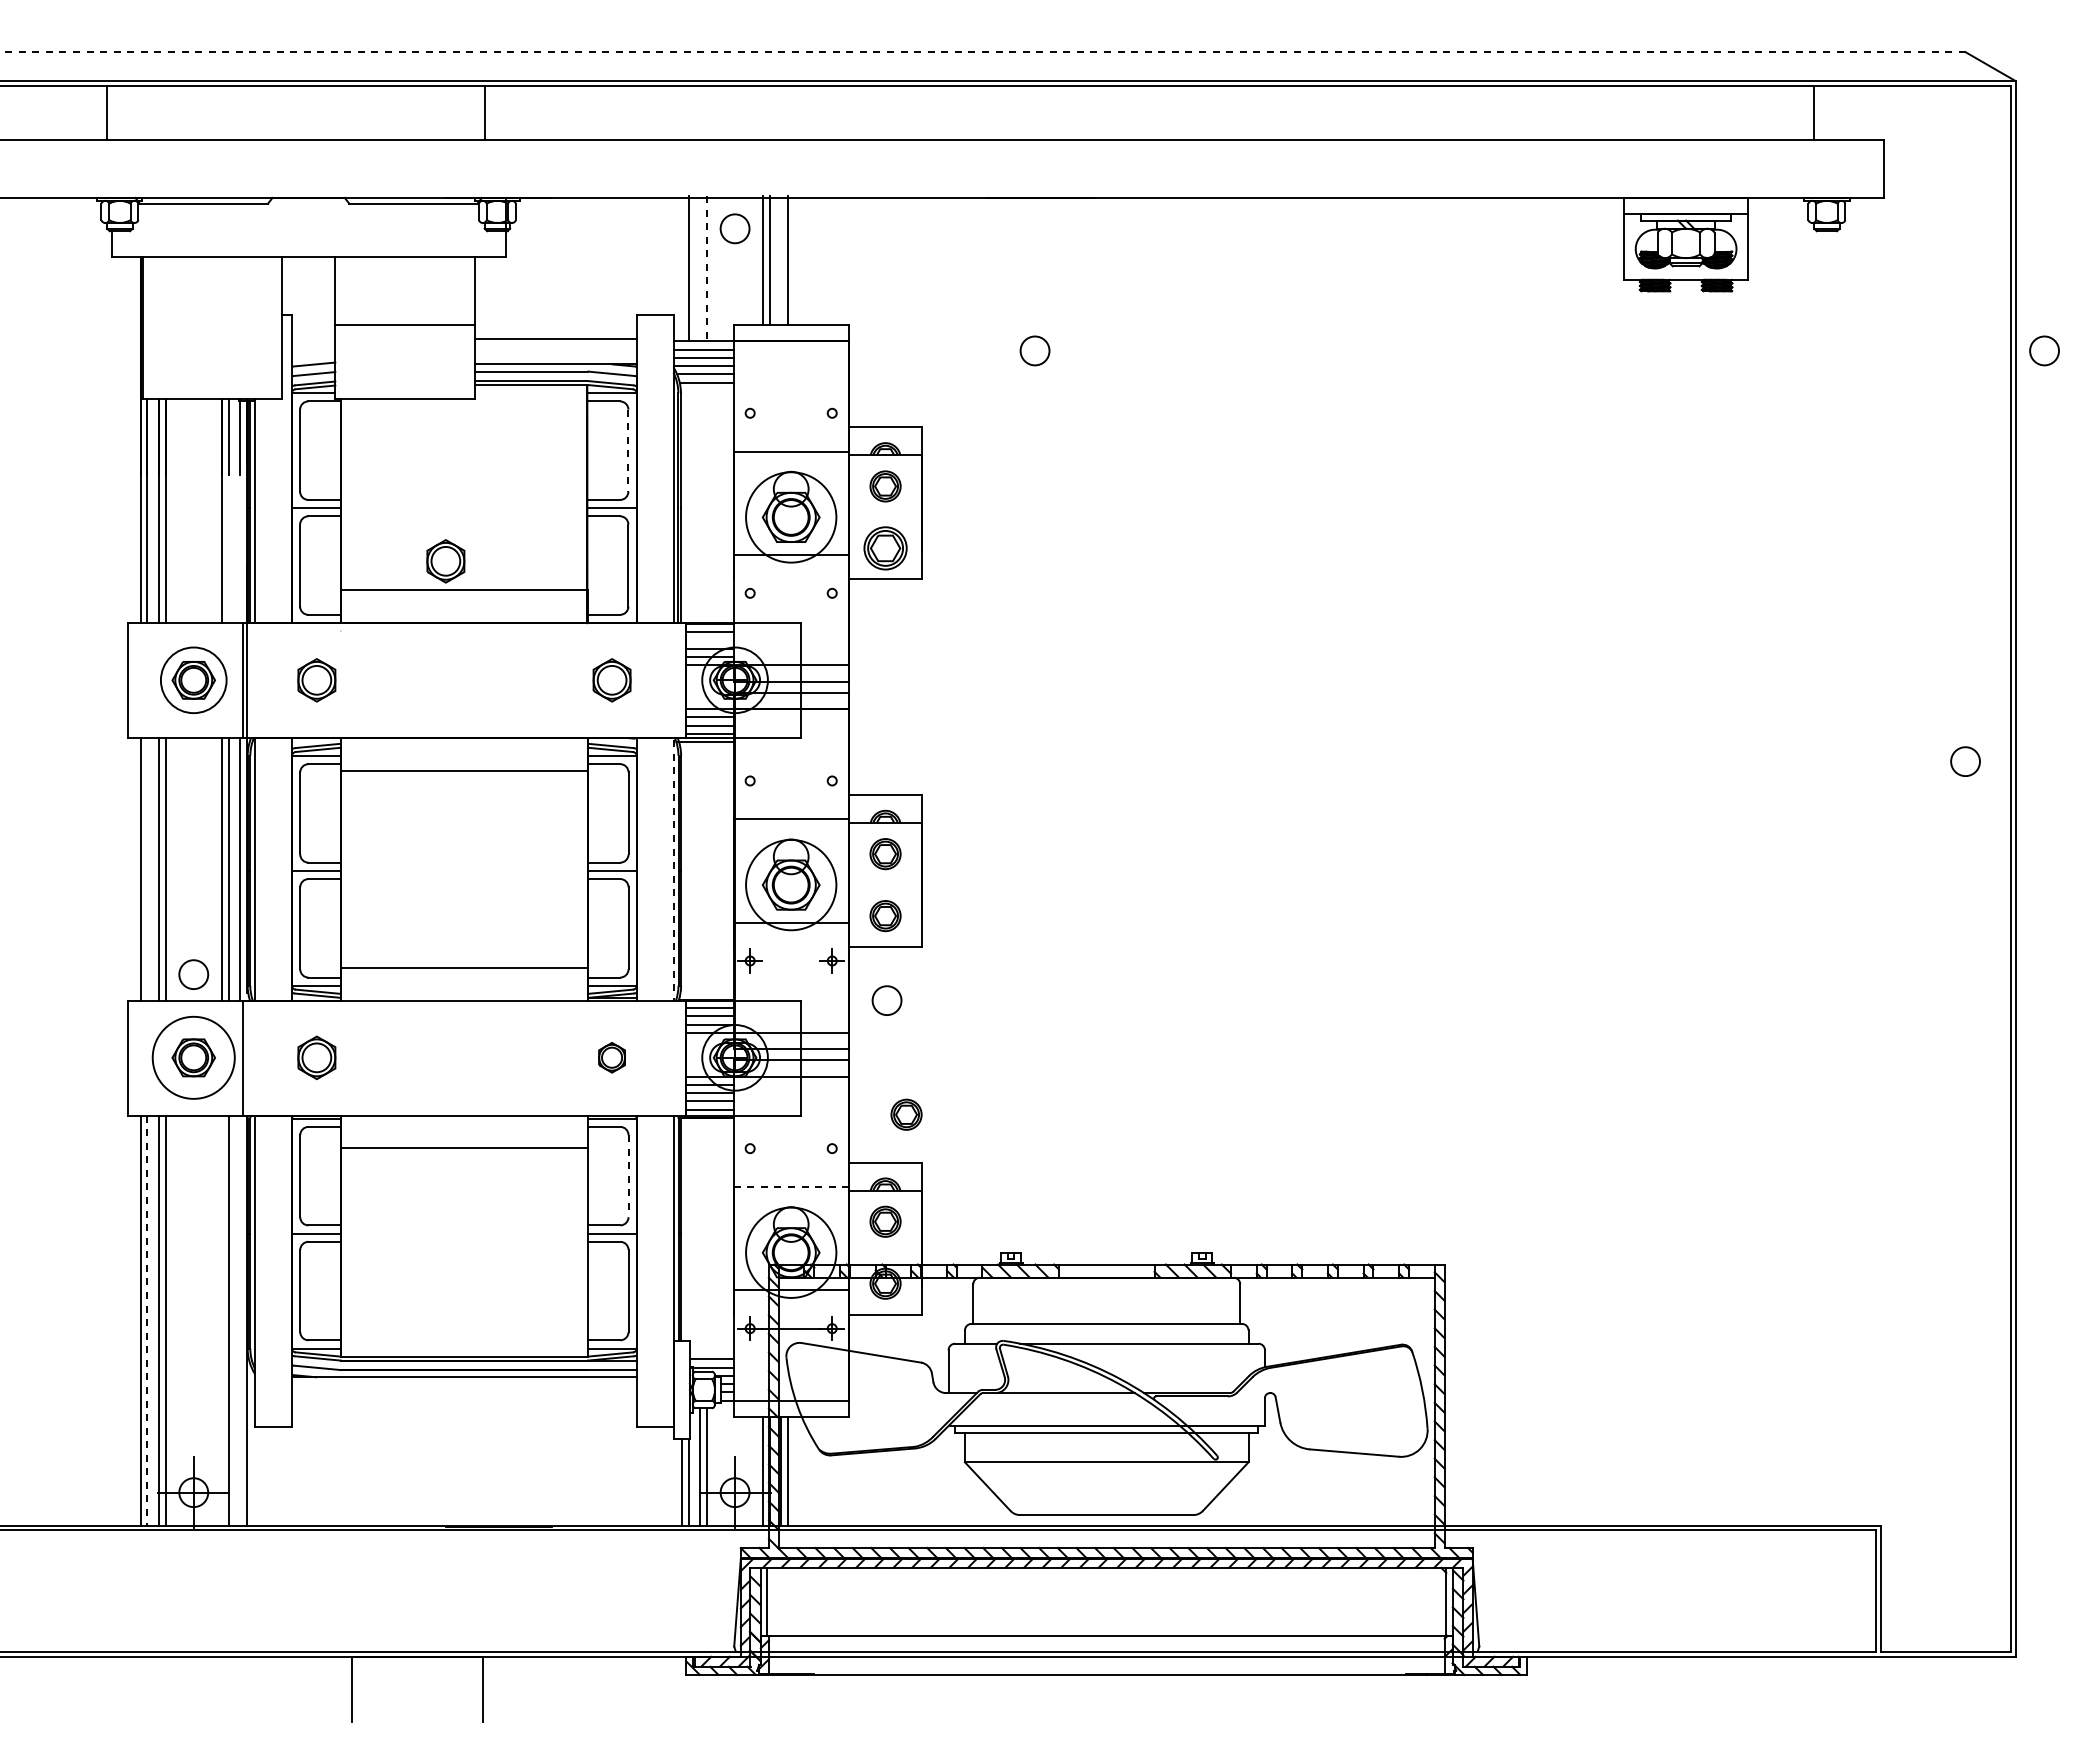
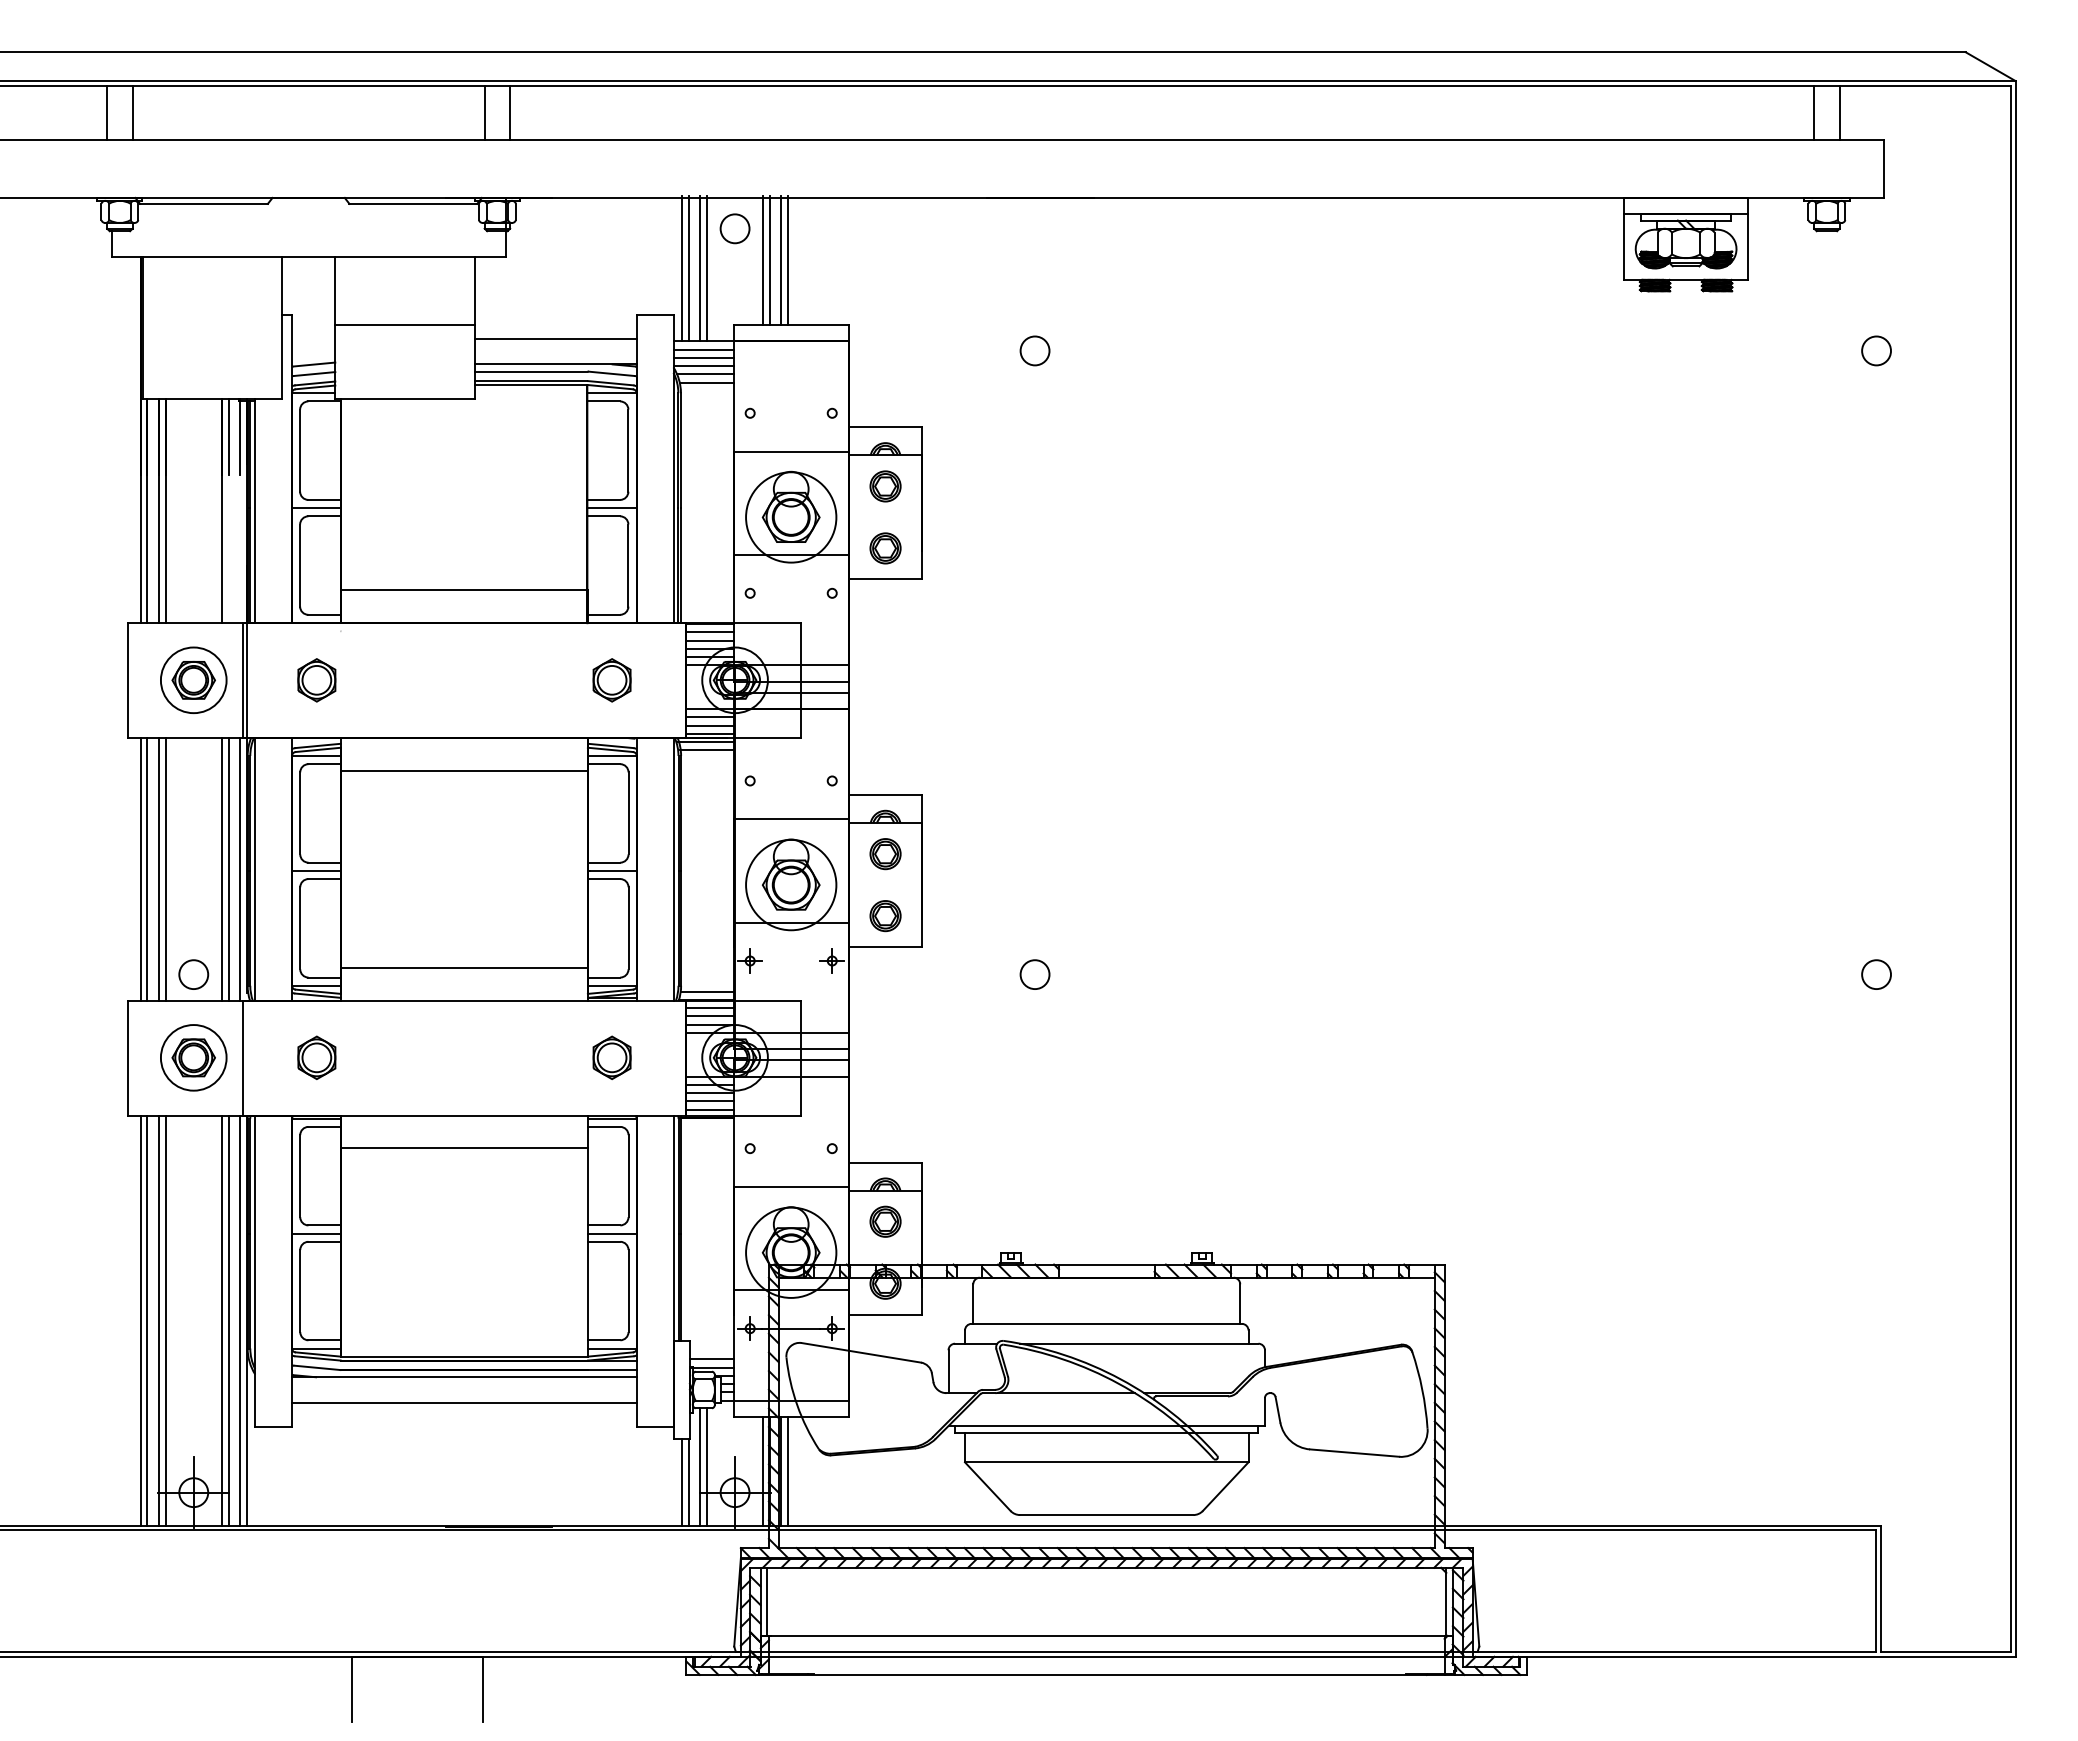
line at (982, 52): dashed -> solid
line at (132, 113): none -> present
line at (510, 113): none -> present
line at (1839, 113): none -> present
line at (781, 260): none -> present
line at (681, 268): none -> present
line at (700, 268): none -> present
line at (706, 268): dashed -> solid
circle at (2044, 350) position: (2044, 350) -> (1876, 350)
line at (628, 451): dashed -> solid
part at (885, 548) size: 45x45 px -> 33x33 px
part at (445, 561): present -> none
line at (709, 640): none -> present
line at (706, 750): none -> present
circle at (1965, 761) position: (1965, 761) -> (1876, 974)
line at (147, 869): none -> present
line at (673, 870): dashed -> solid
line at (706, 991): none -> present
circle at (886, 1000) position: (886, 1000) -> (1034, 974)
circle at (193, 1057) diameter: 82 px -> 66 px
part at (611, 1057) size: 28x32 px -> 40x45 px
part at (906, 1114): present -> none
line at (628, 1176): dashed -> solid
line at (791, 1187): dashed -> solid
line at (147, 1320): dashed -> solid
line at (222, 1320): none -> present
line at (240, 1320): none -> present
line at (464, 1402): none -> present
